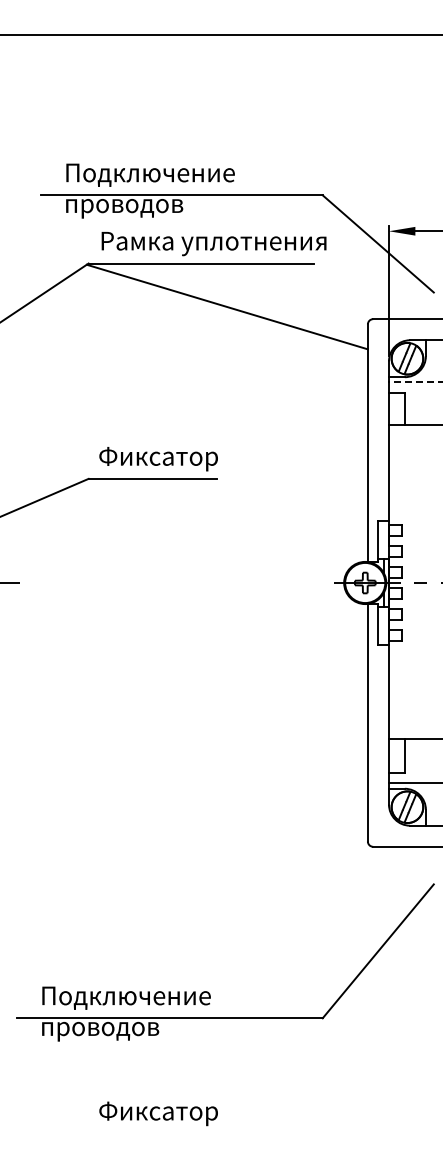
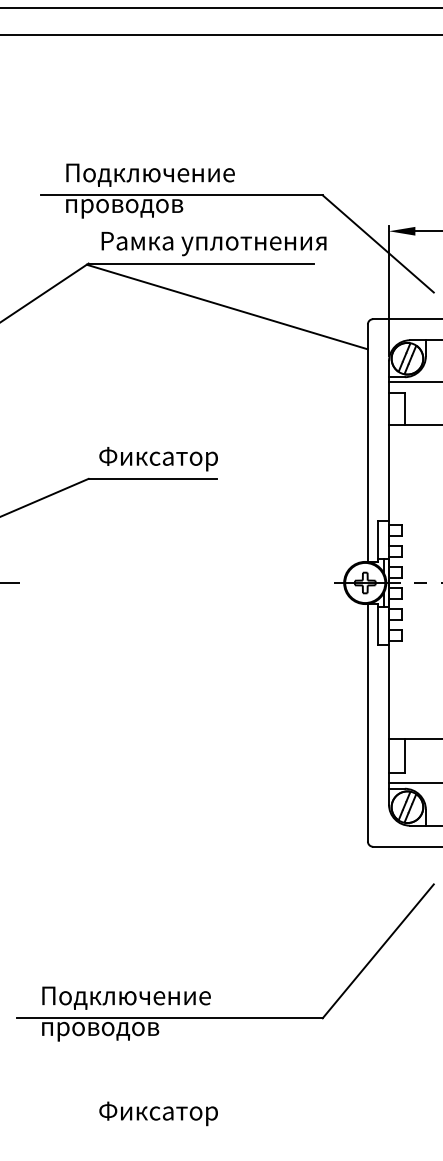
line at (220, 8): none -> present
line at (415, 382): dashed -> solid
